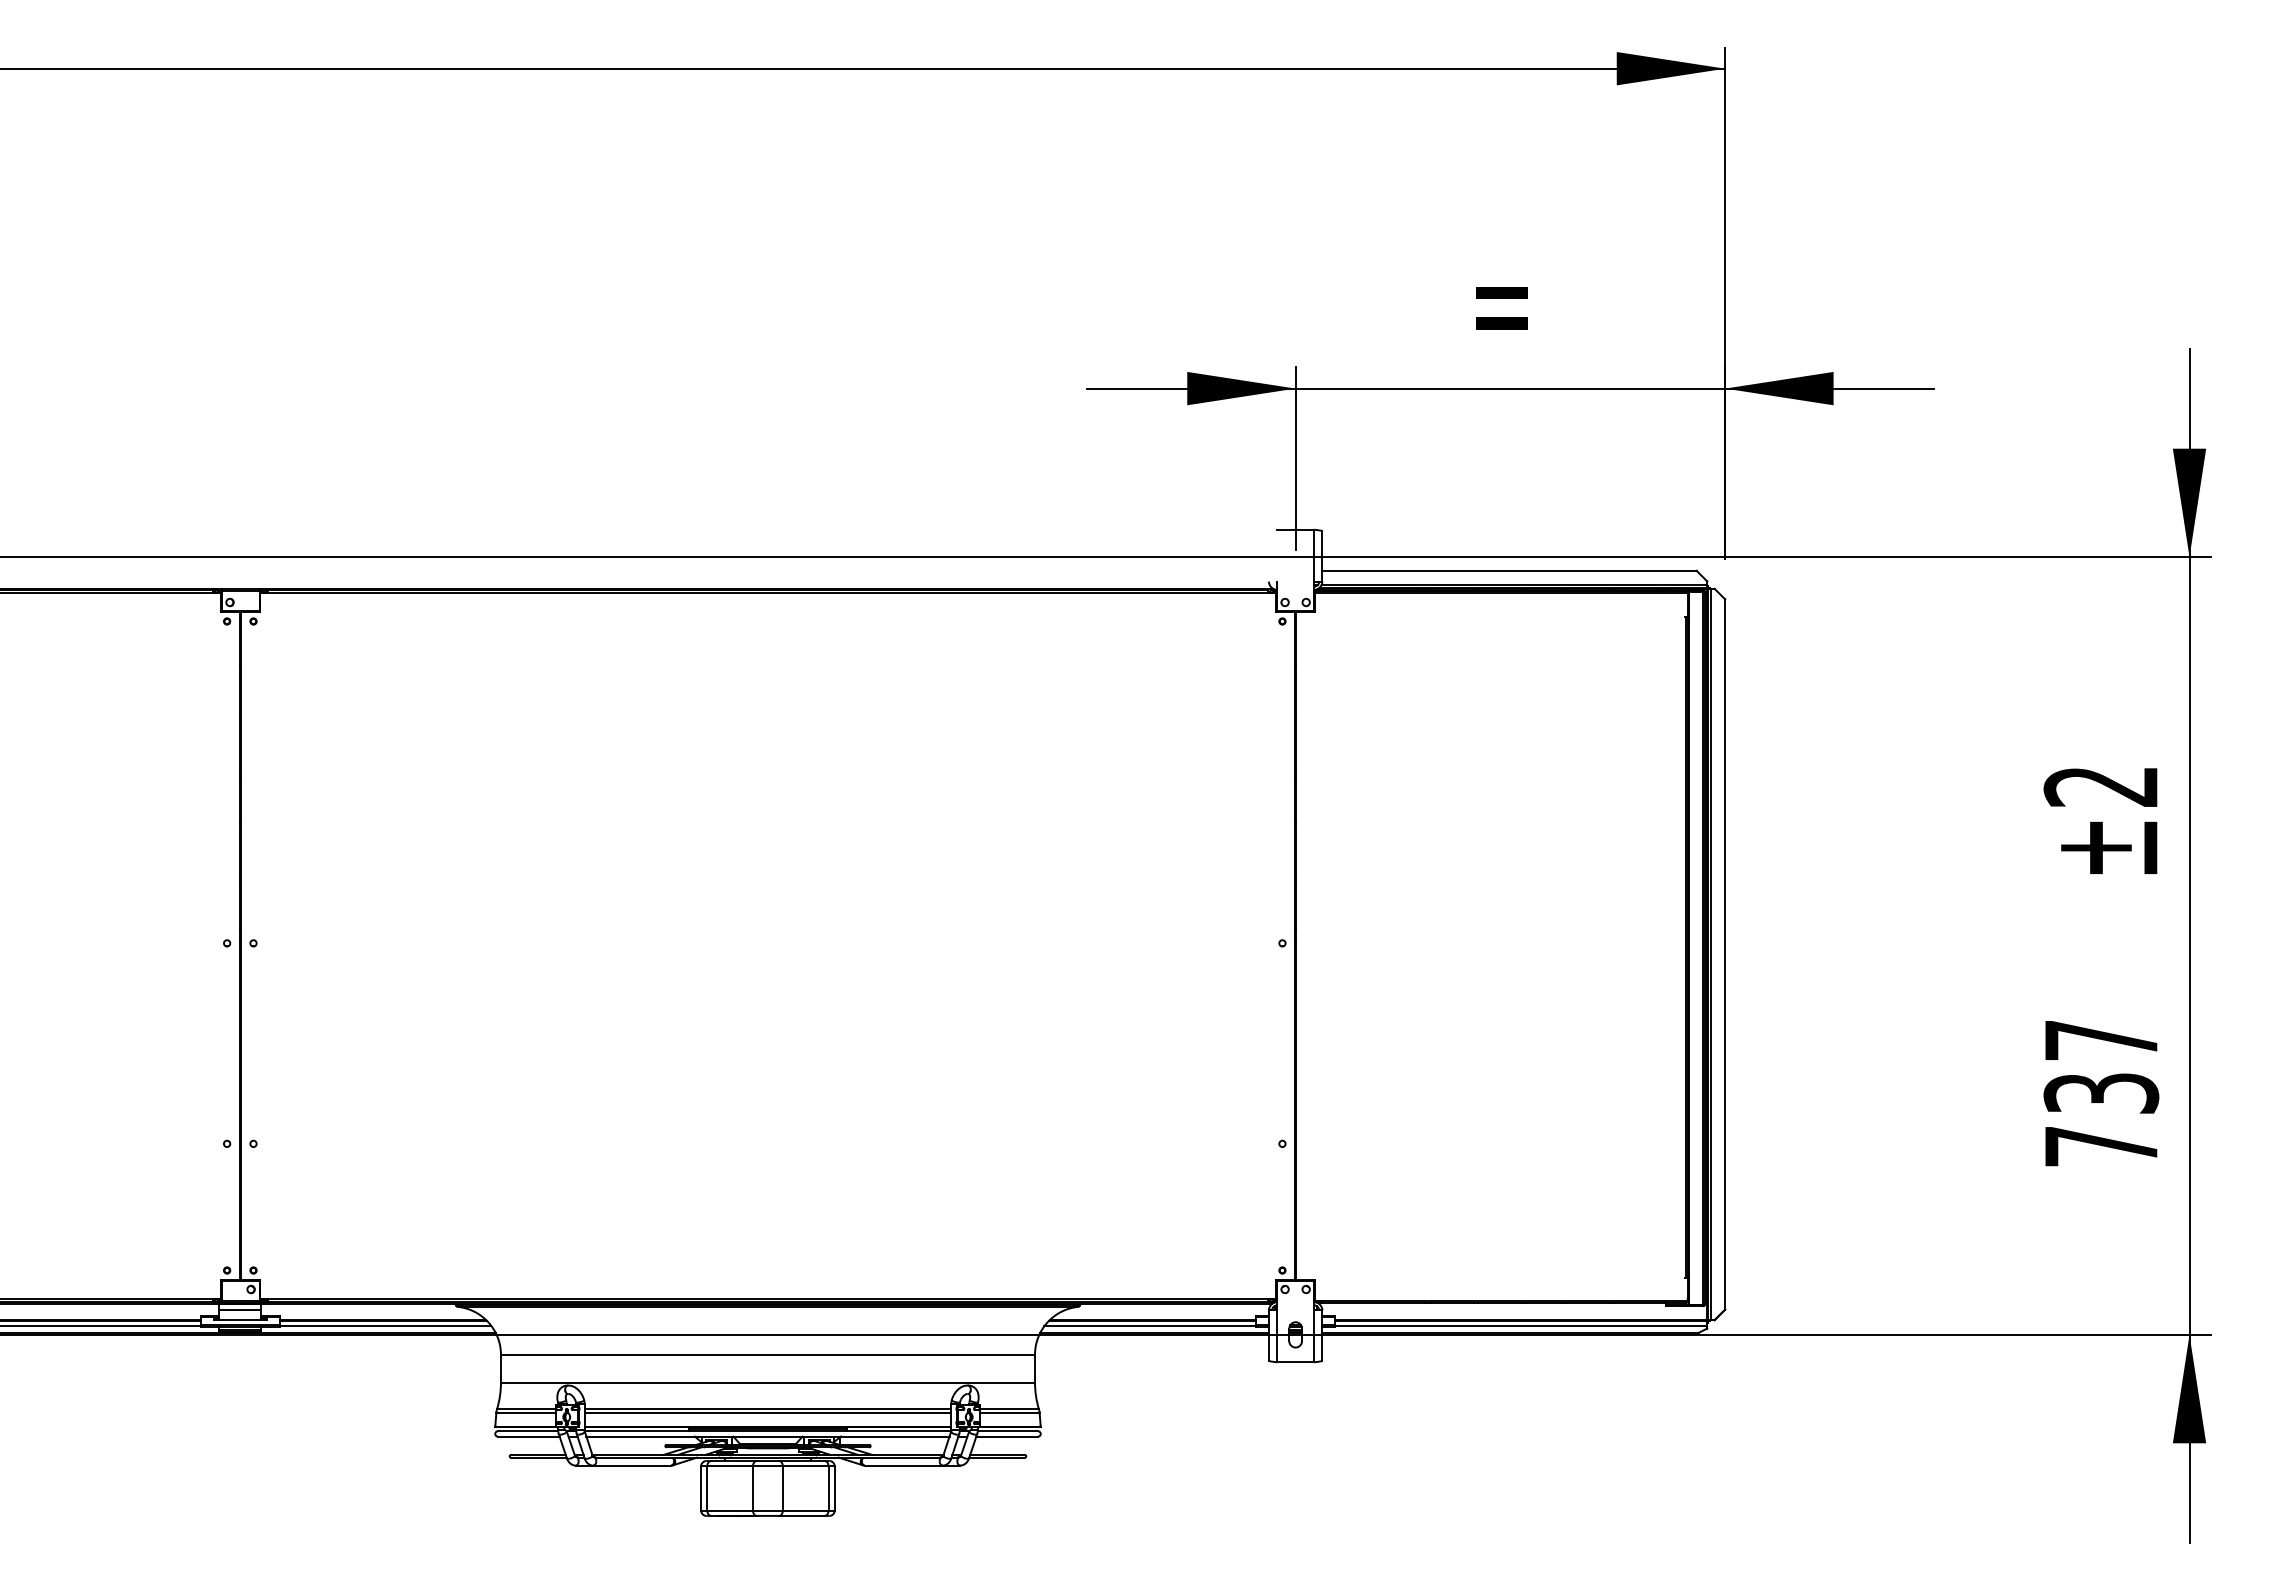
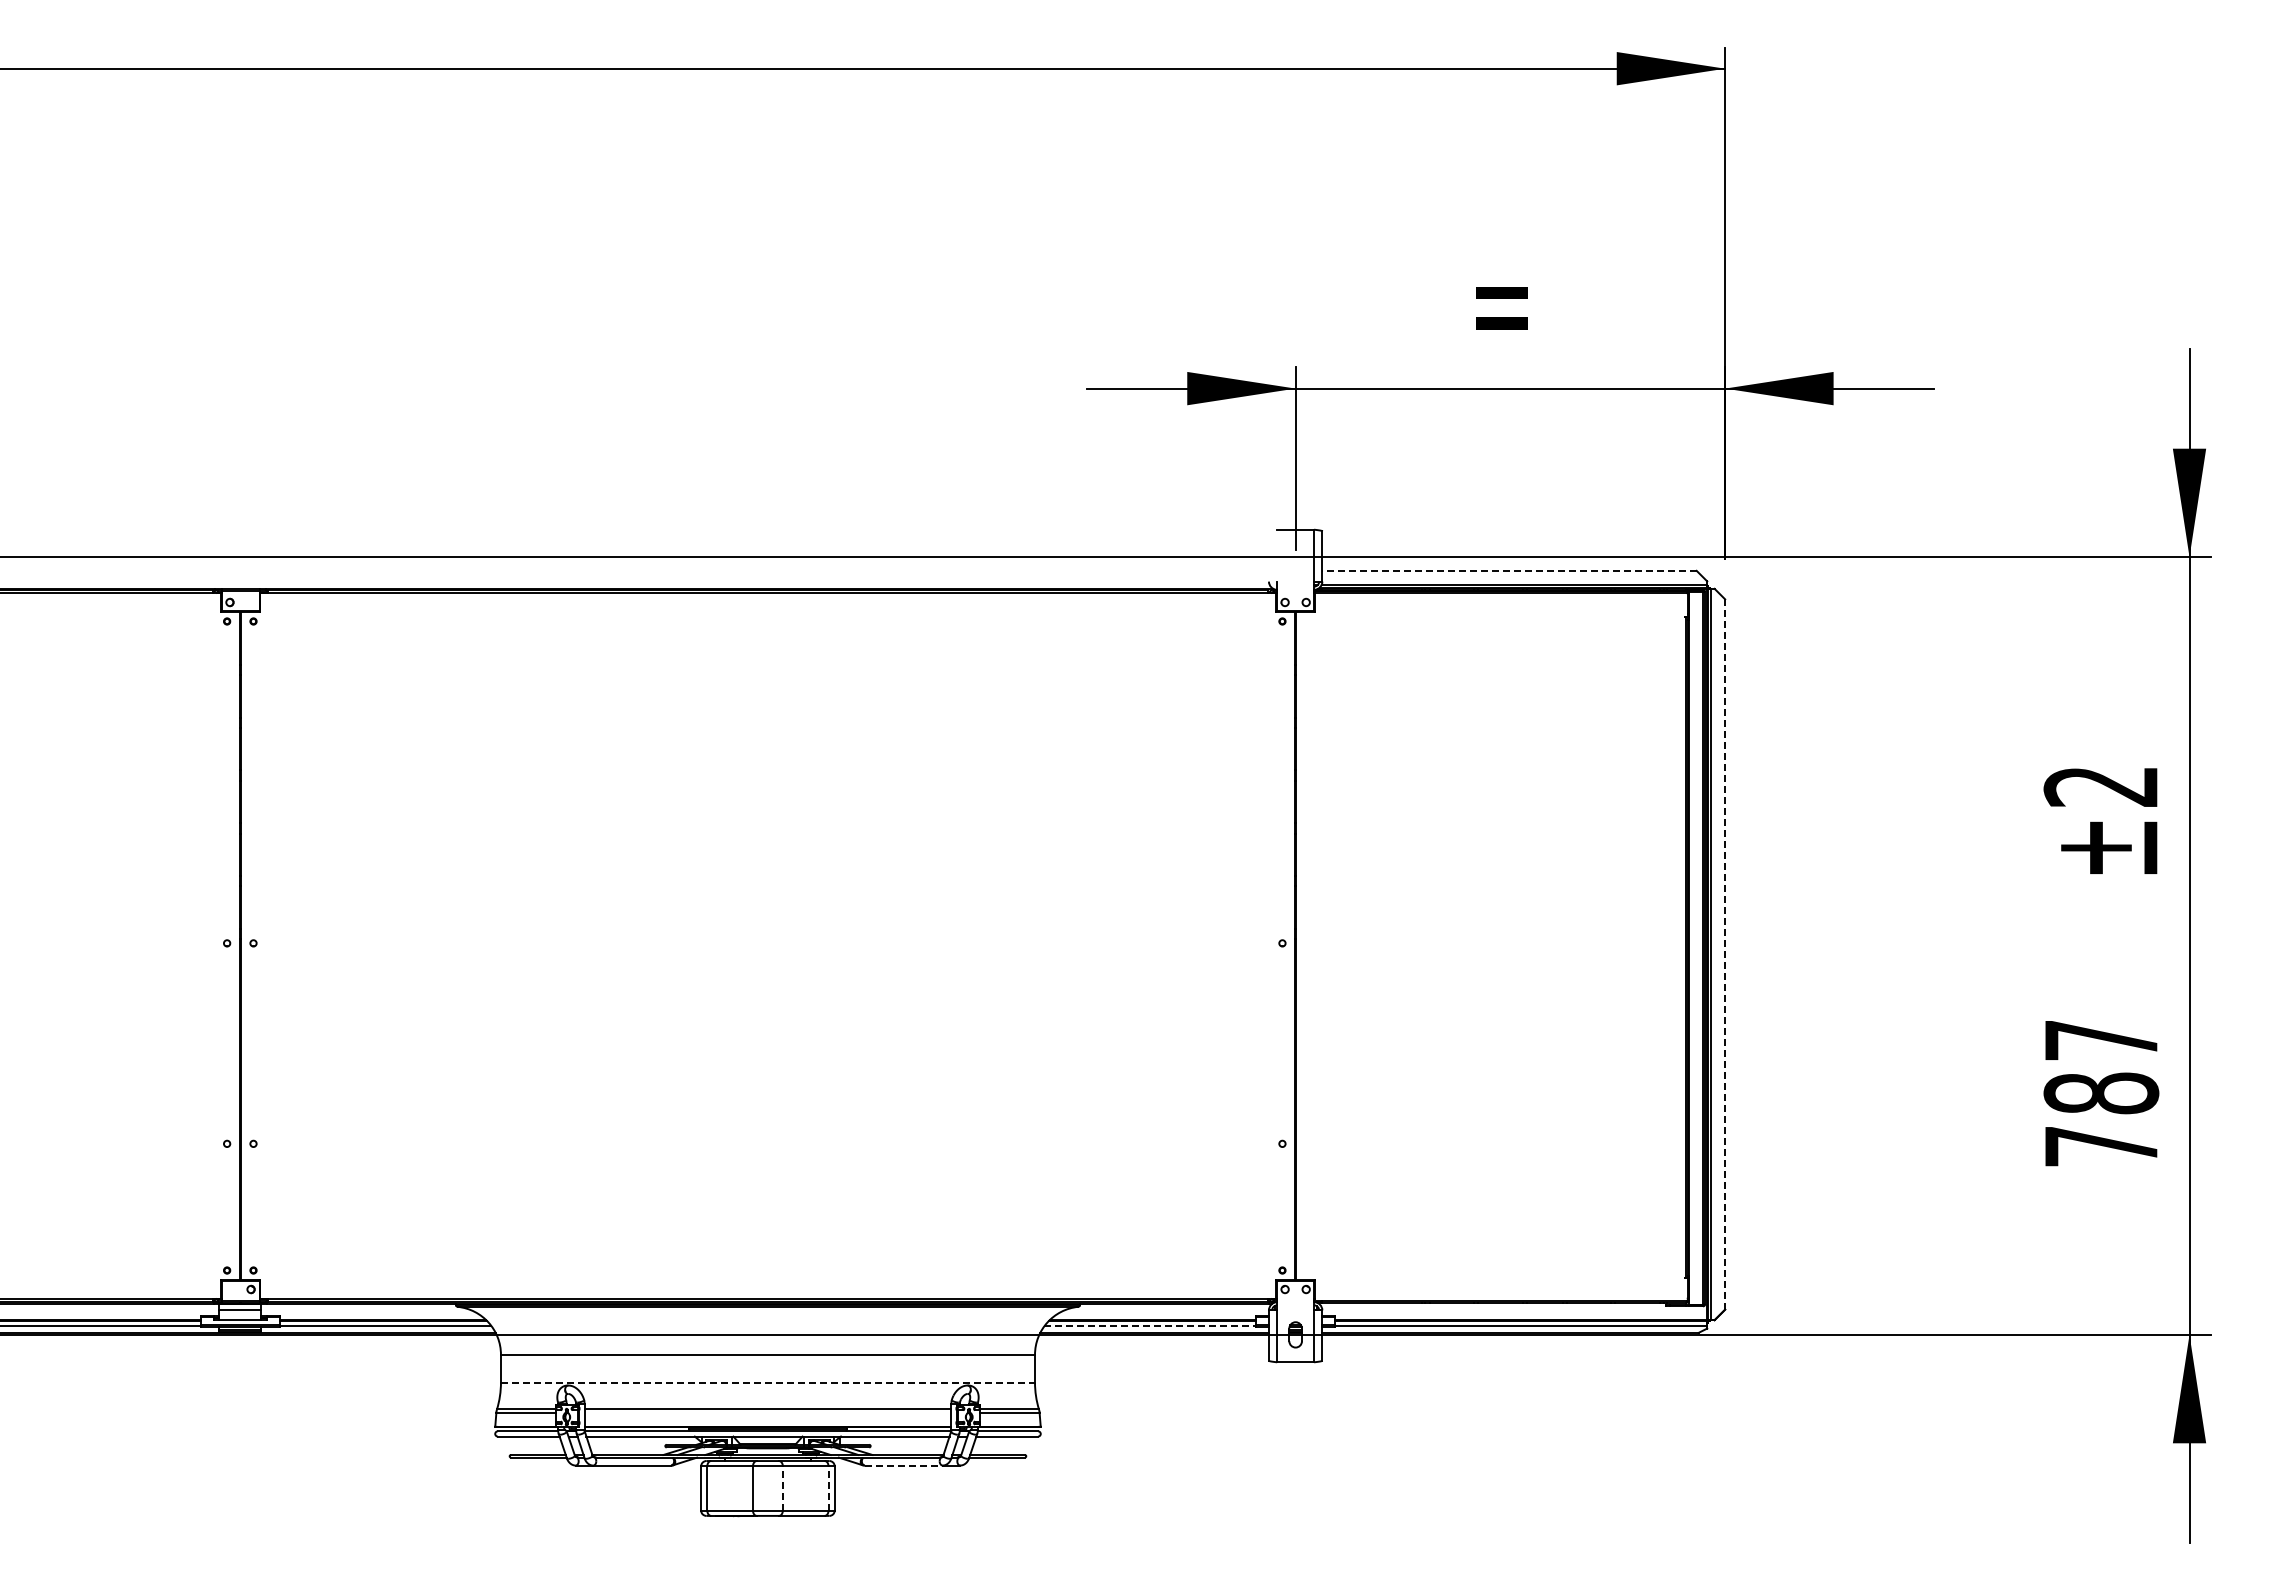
line at (1509, 570): solid -> dashed
line at (1725, 954): solid -> dashed
text at (2101, 1093): 737 -> 787
line at (1150, 1326): solid -> dashed
line at (767, 1382): solid -> dashed
line at (767, 1412): present -> none
line at (903, 1465): solid -> dashed
line at (782, 1487): solid -> dashed
line at (828, 1487): solid -> dashed
